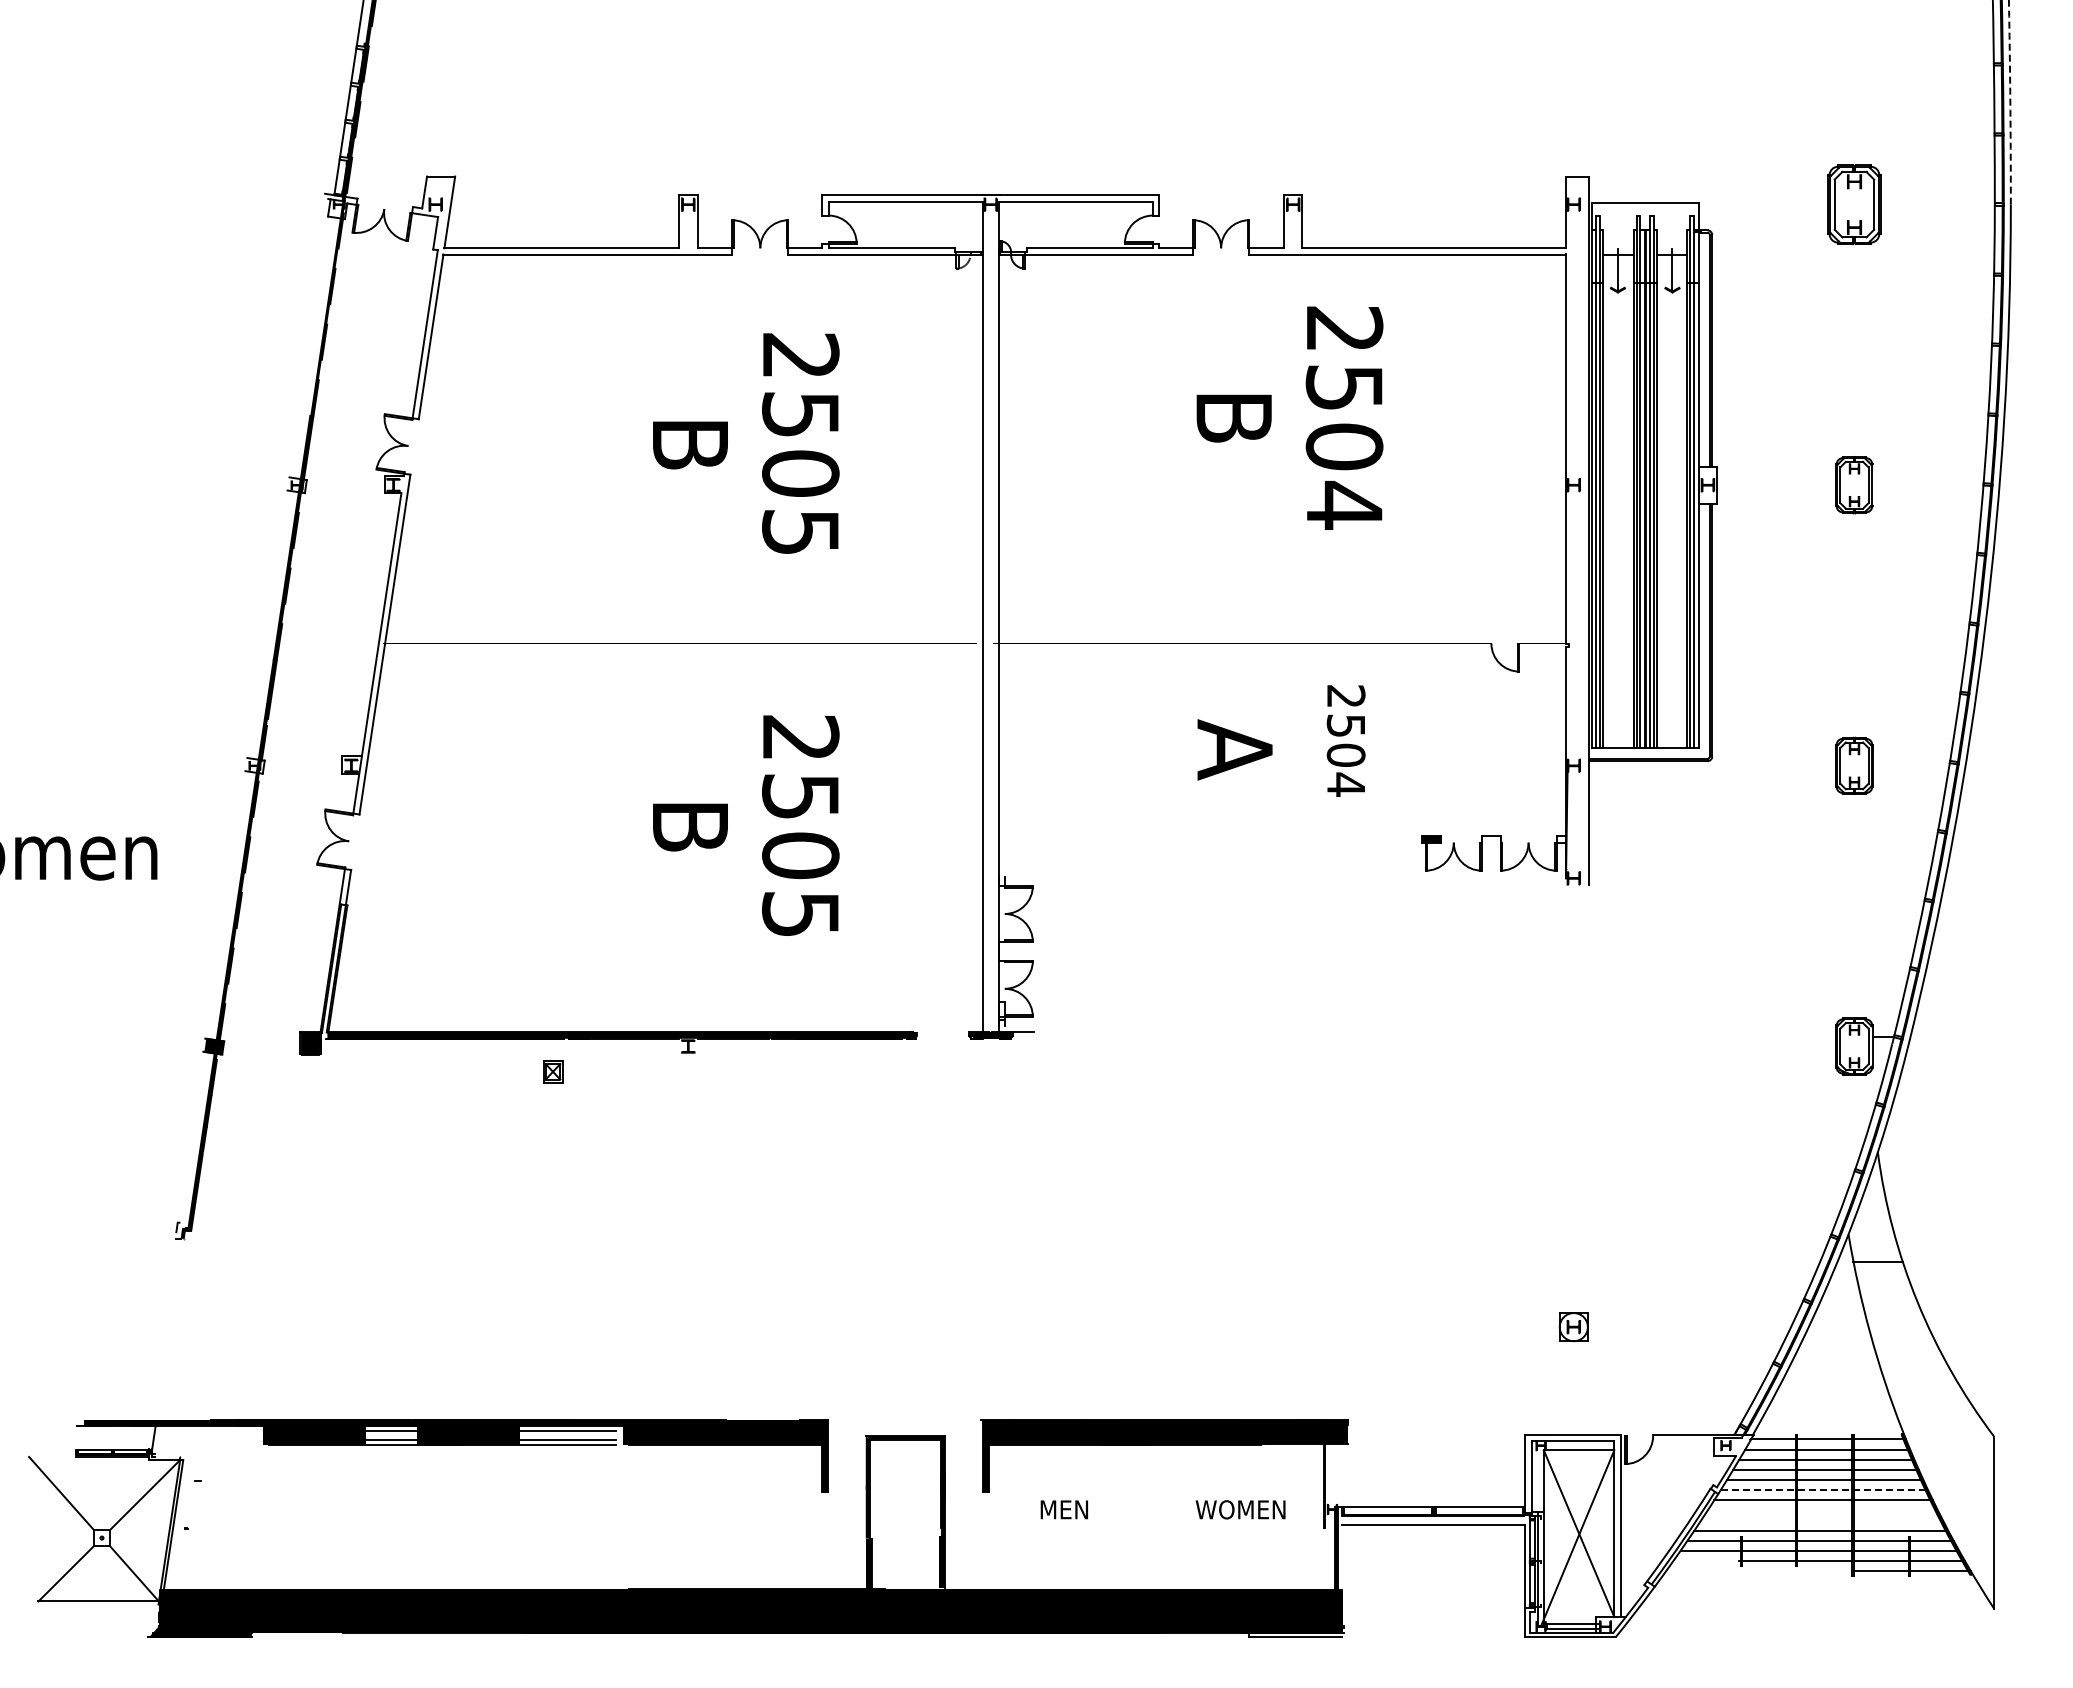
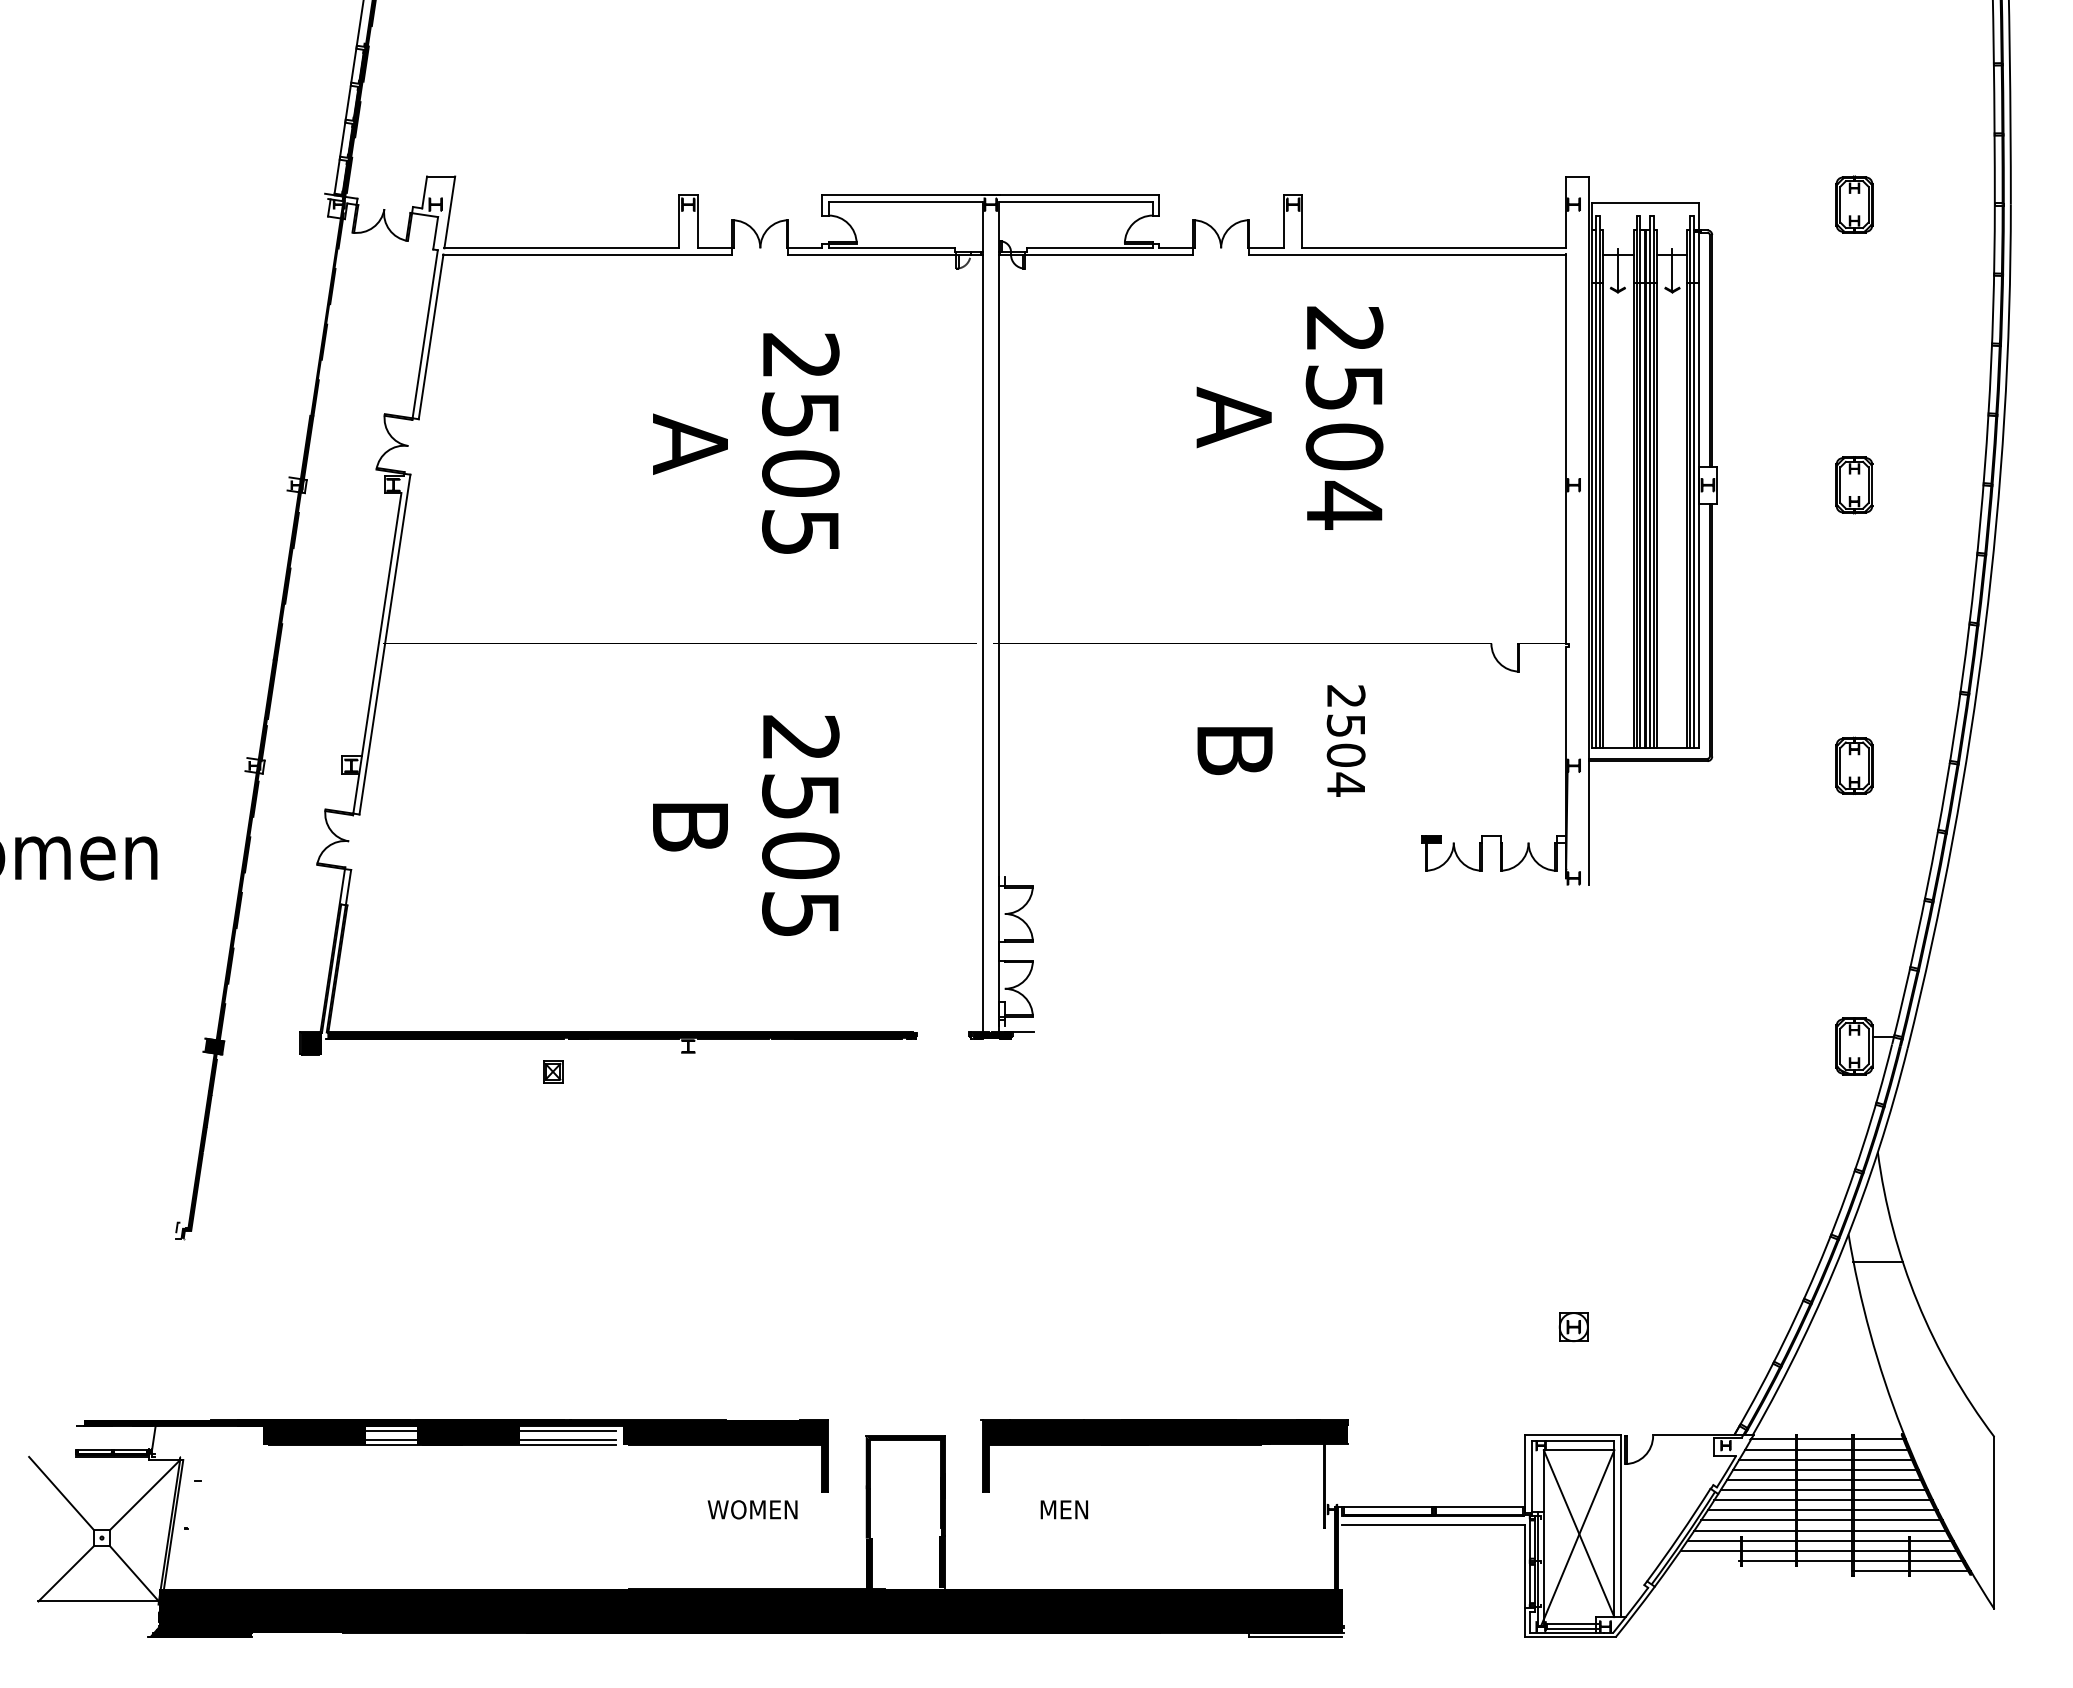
arc at (2010, 102): dashed -> solid
part at (1854, 204) size: 55x81 px -> 39x59 px
text at (1233, 417): B -> A
text at (690, 443): B -> A
text at (1234, 749): A -> B
line at (1824, 1490): dashed -> solid
text at (1240, 1509) position: (1240, 1509) -> (752, 1509)
line at (1822, 1510): none -> present
line at (1821, 1520): none -> present
